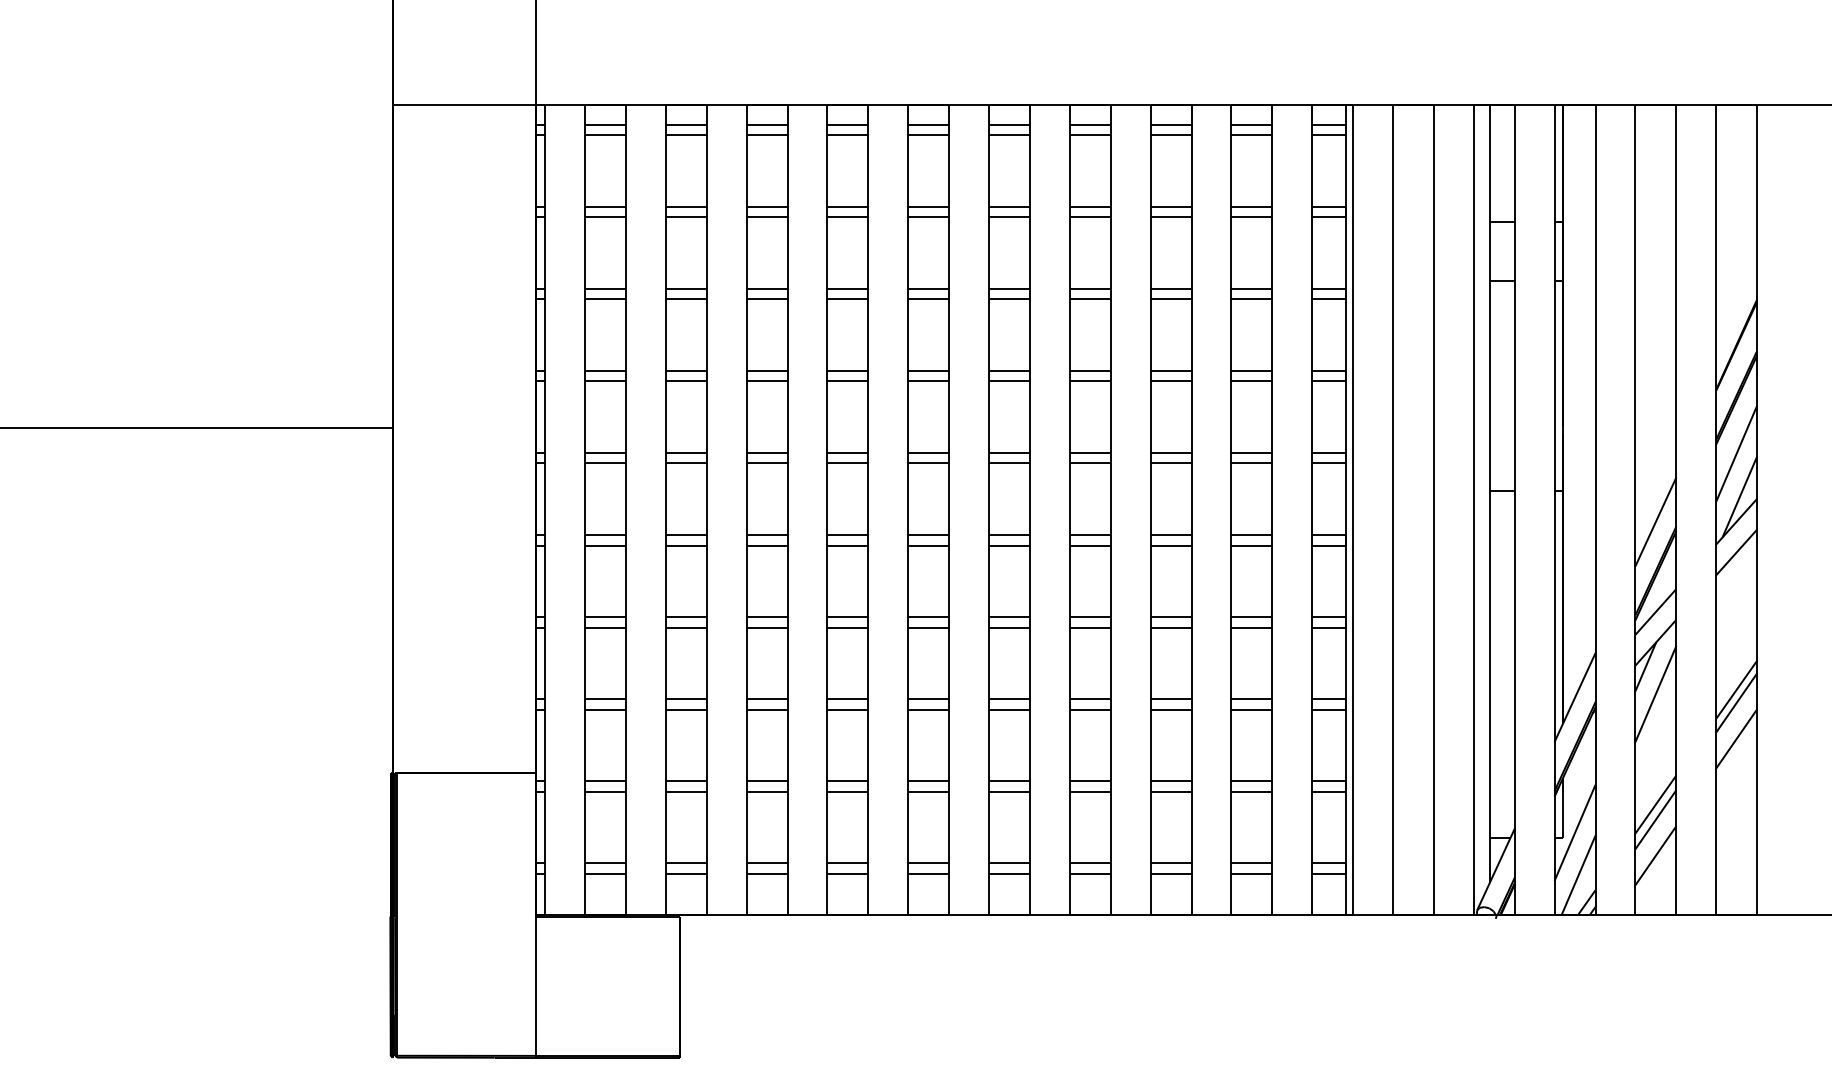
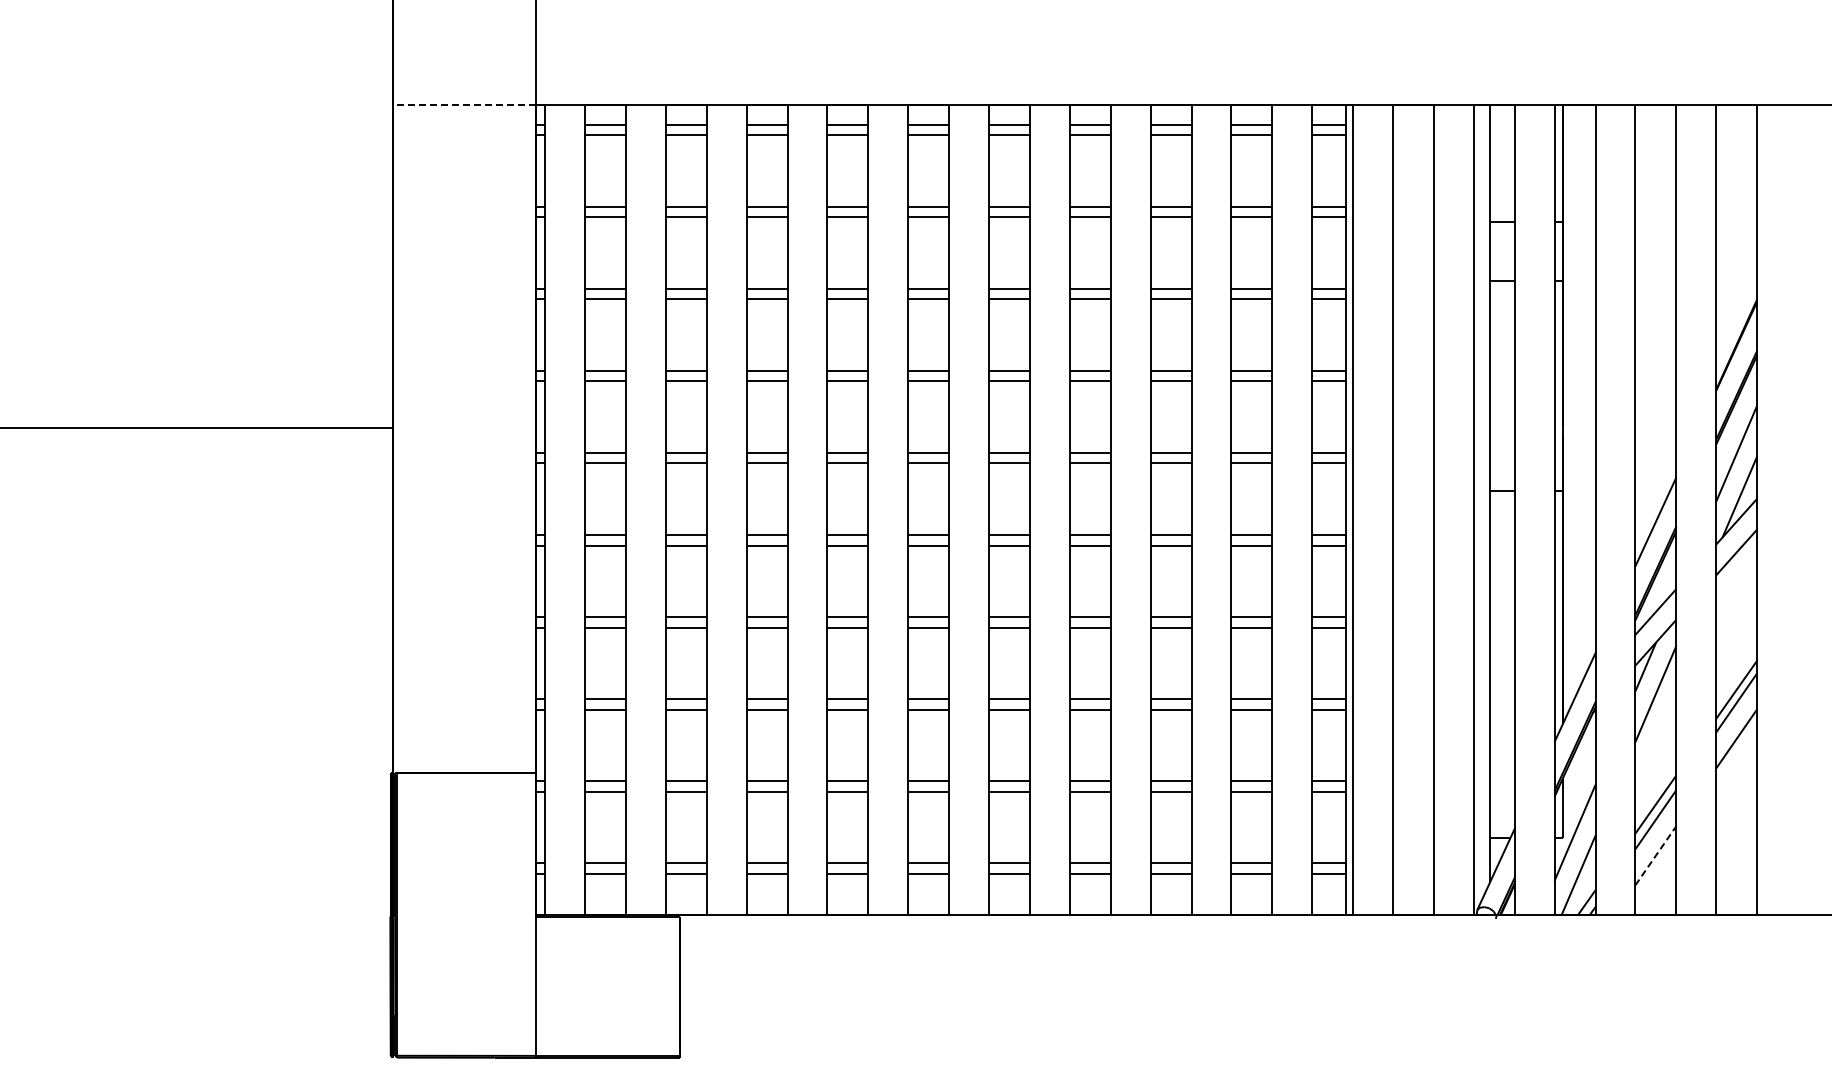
line at (464, 104): solid -> dashed
line at (1656, 855): solid -> dashed
